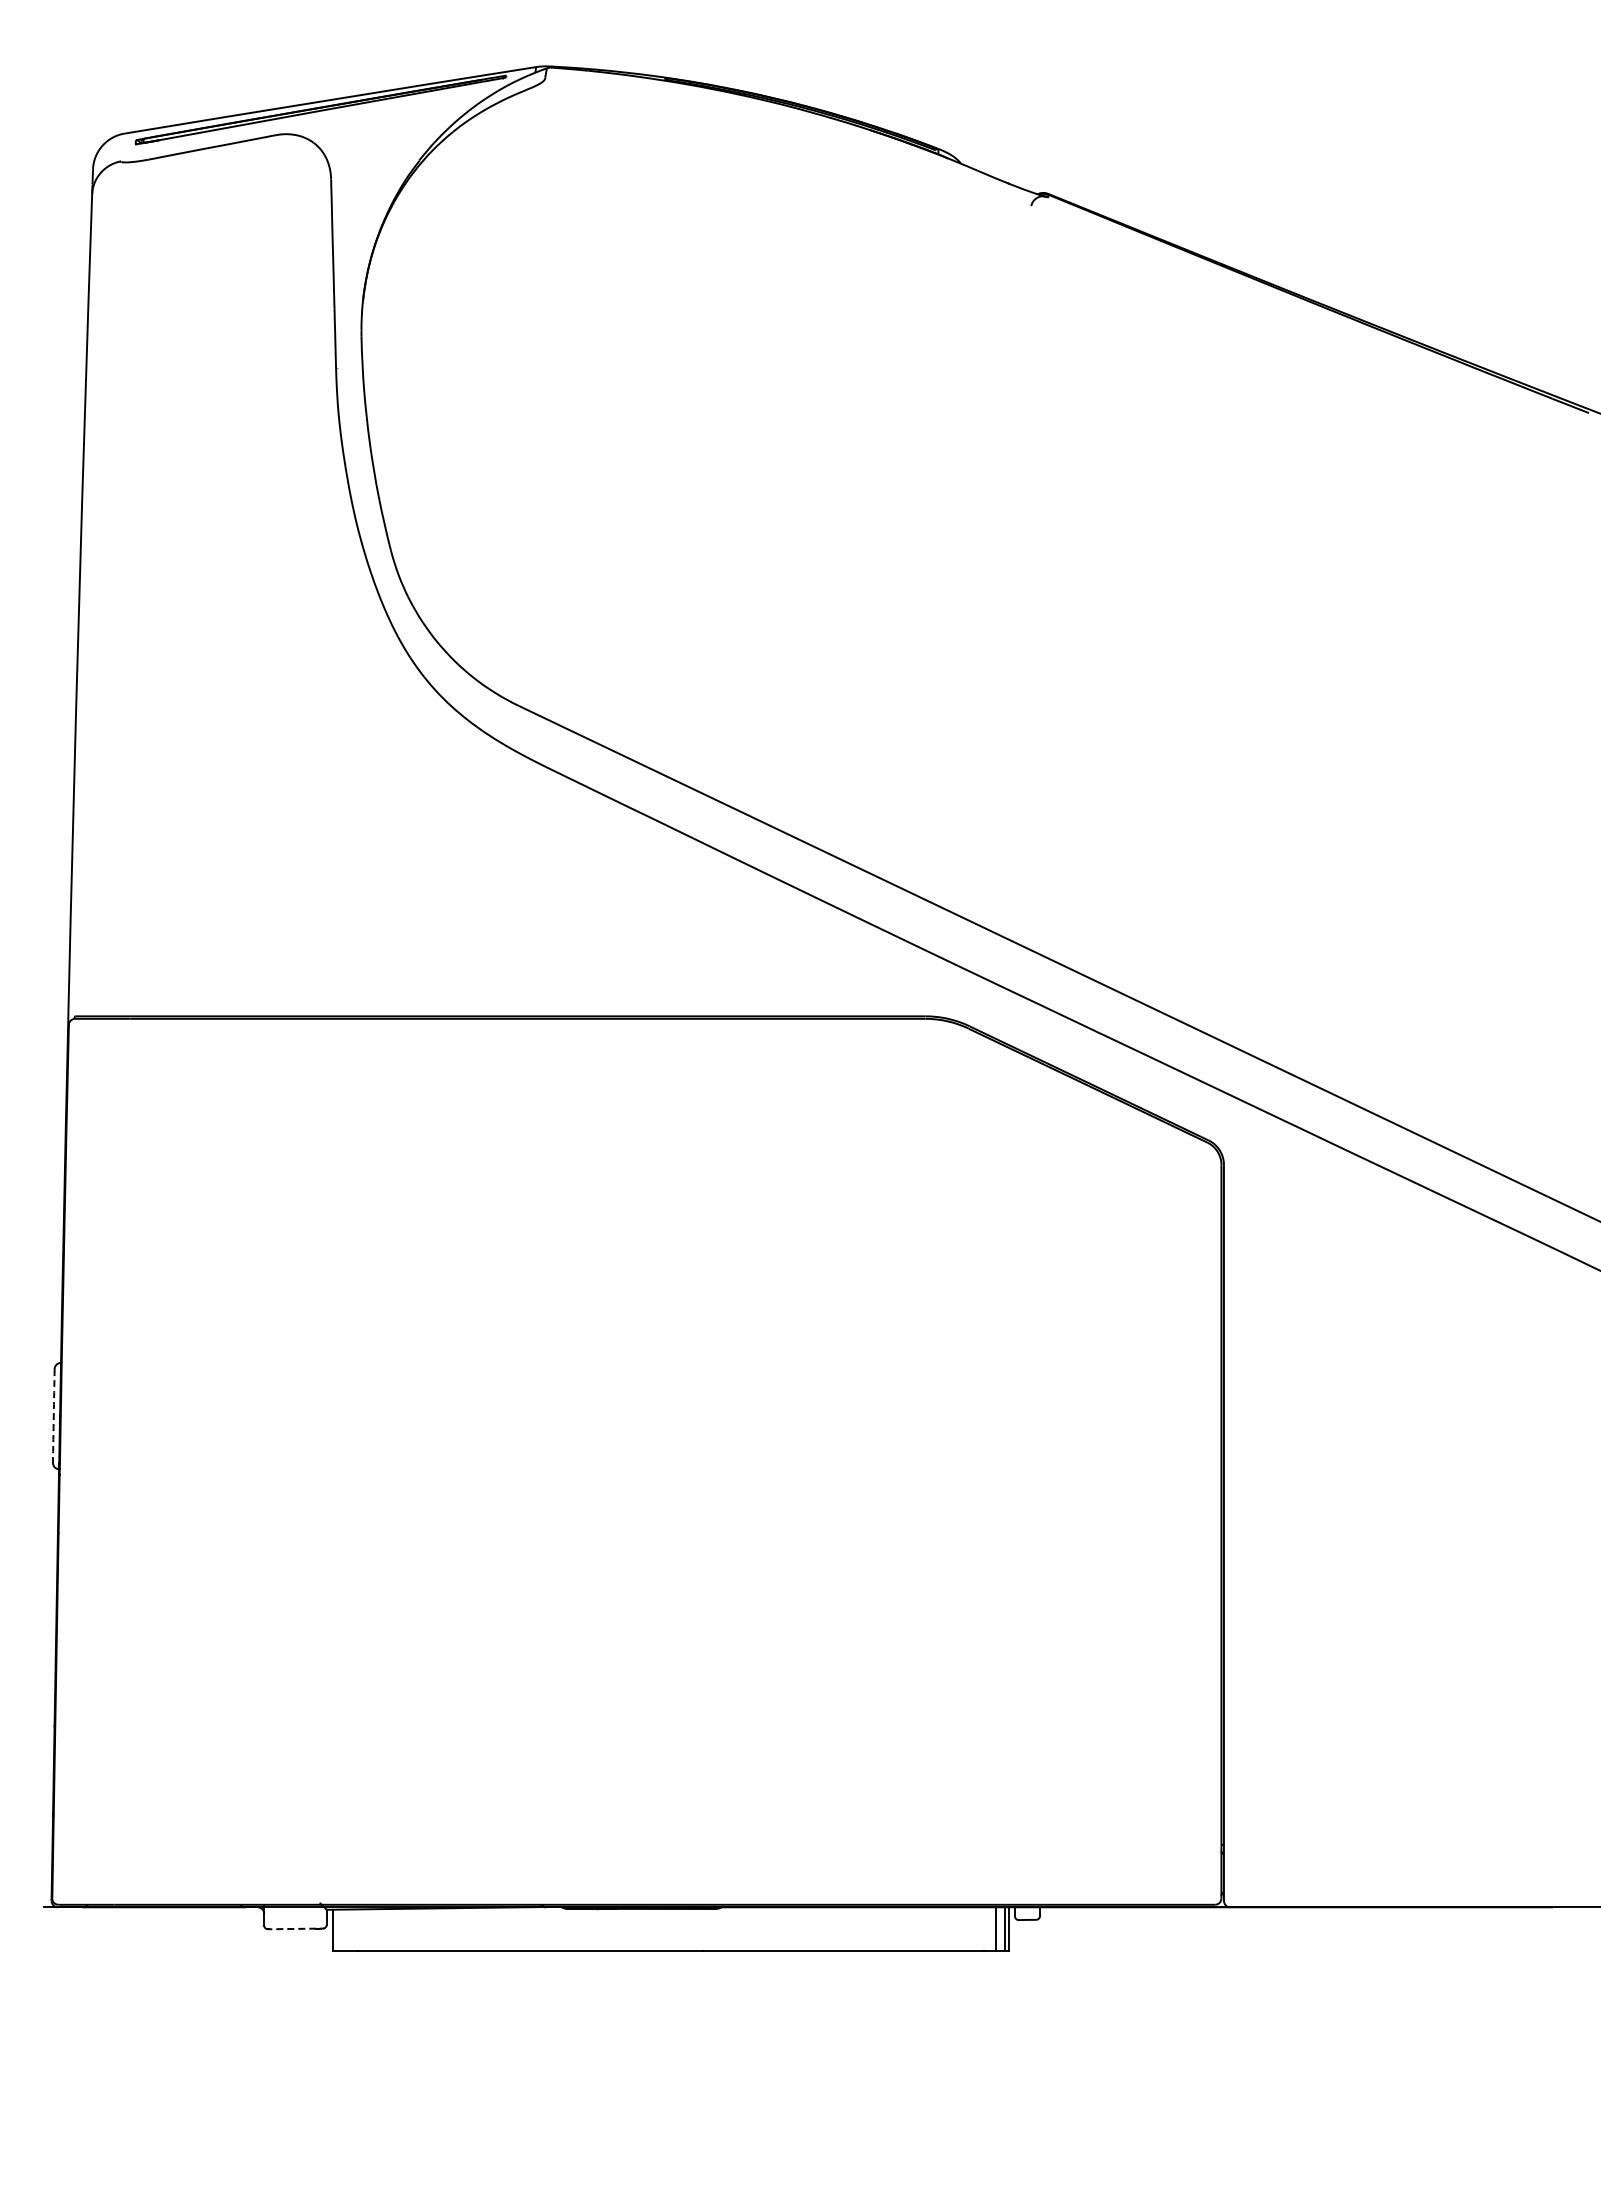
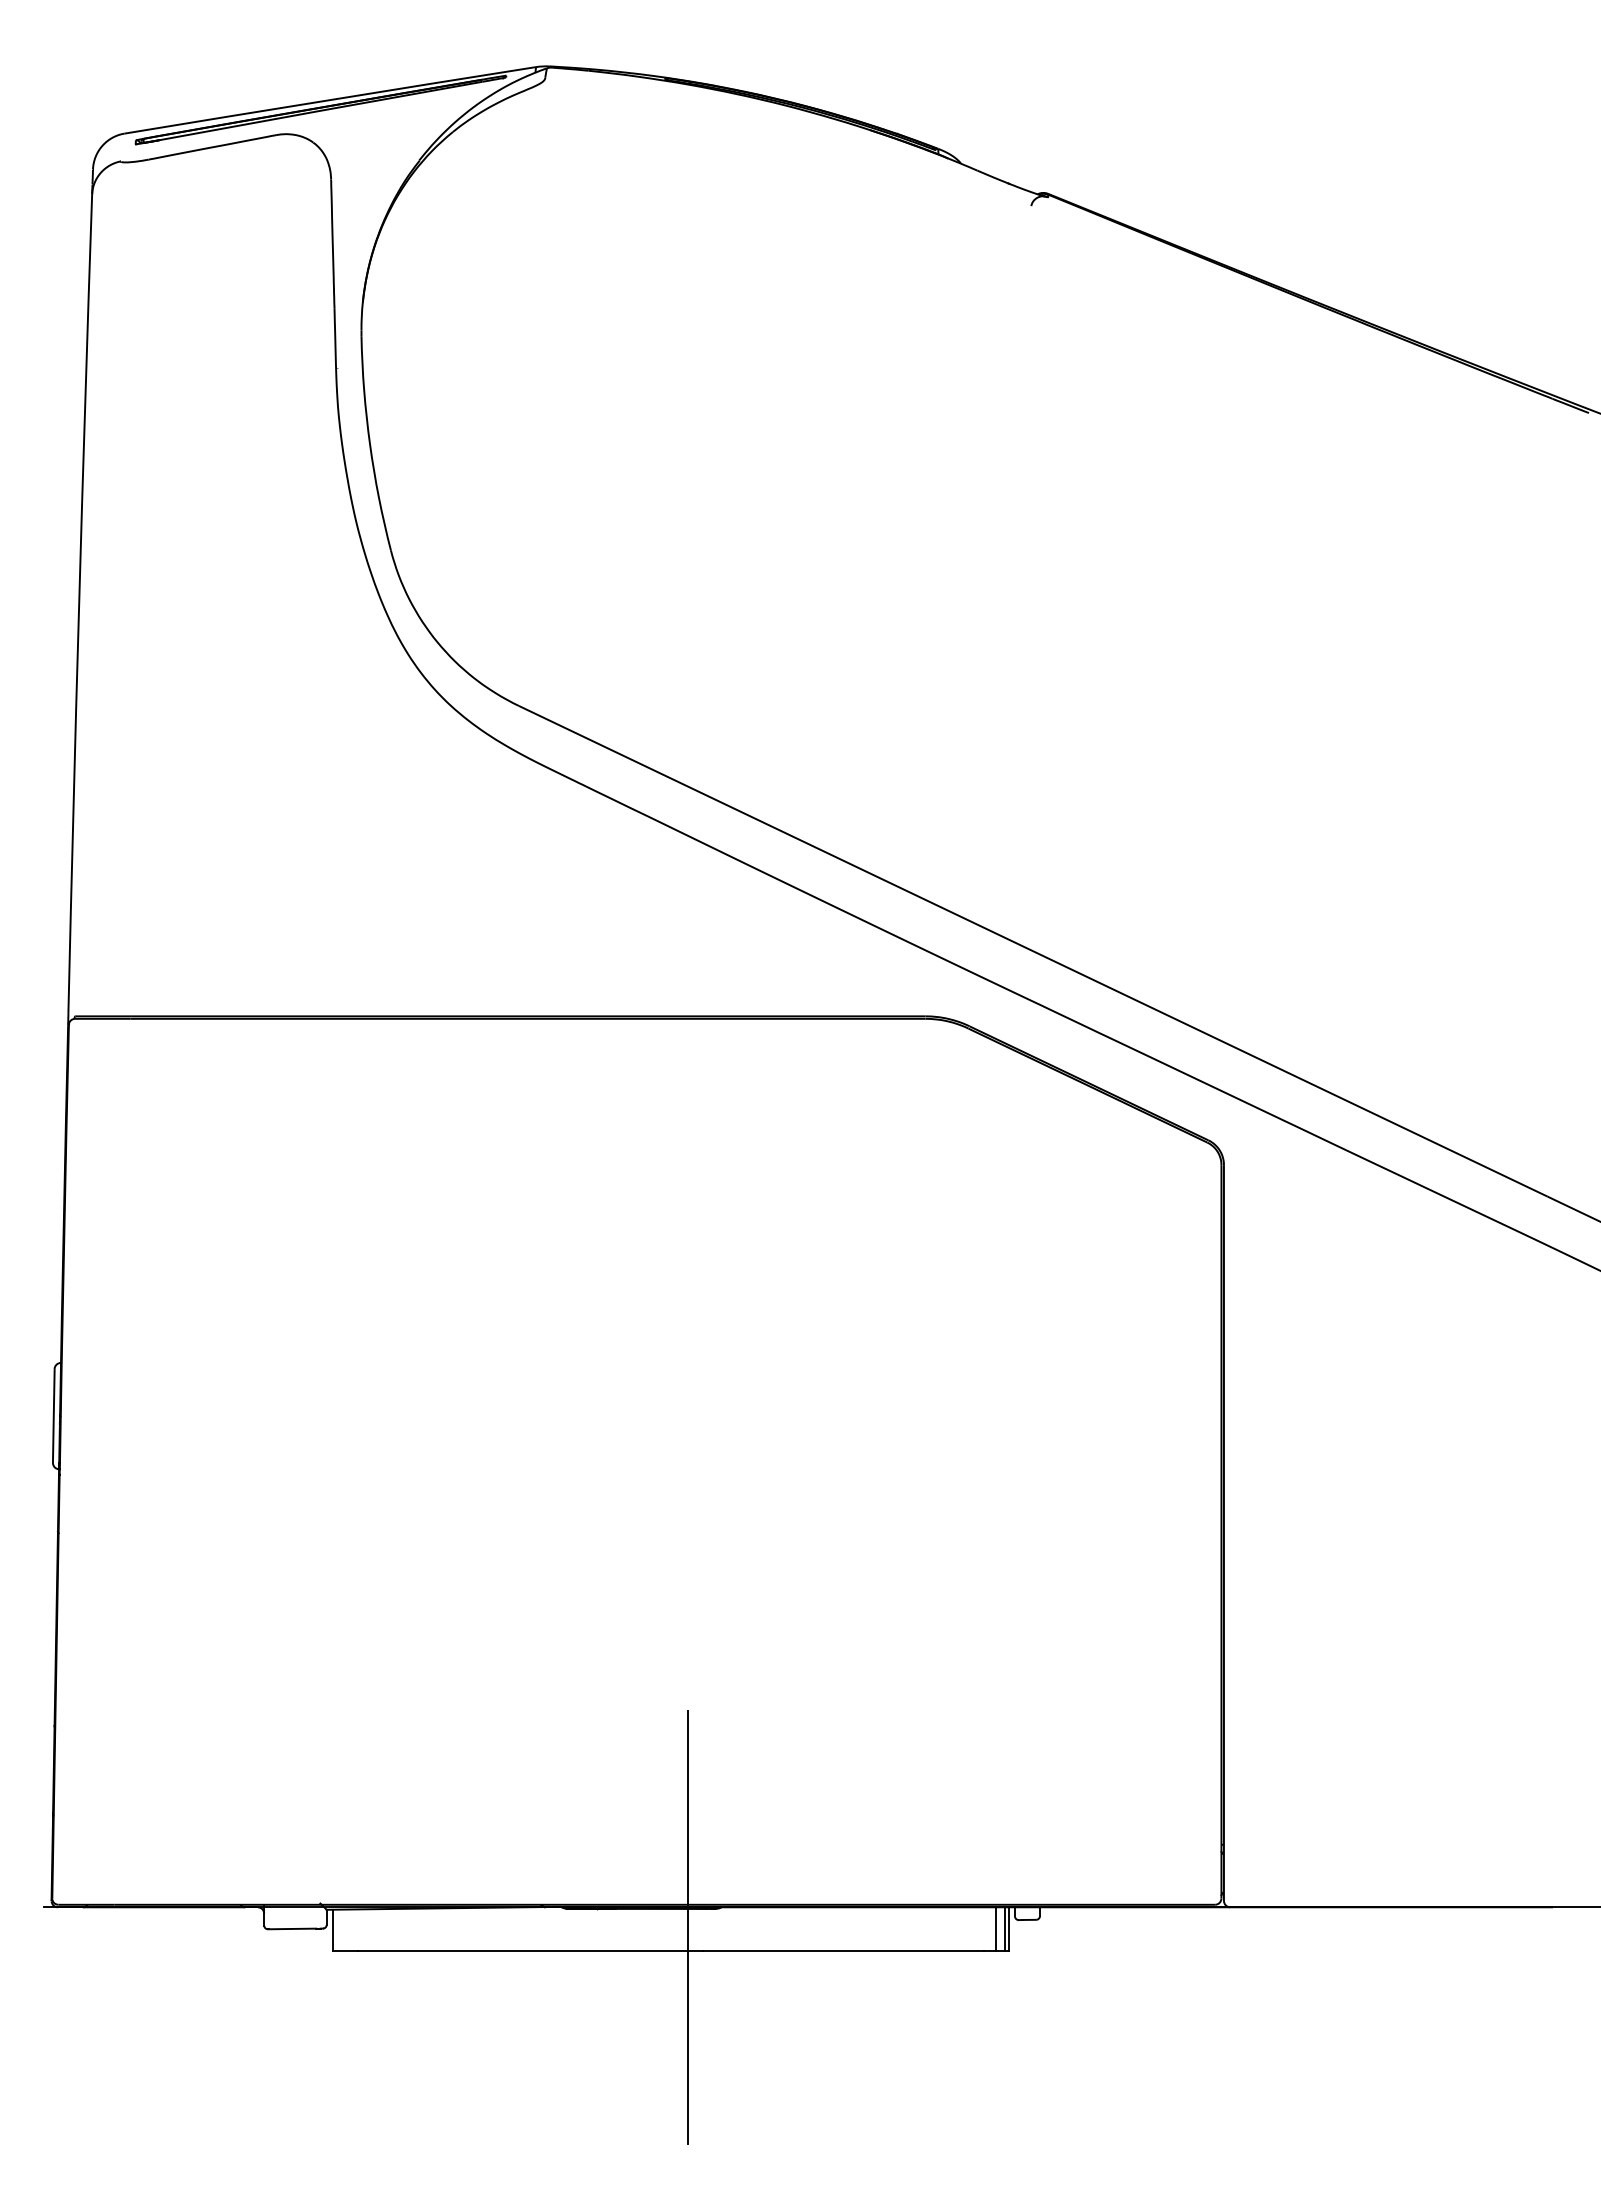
arc at (53, 1416): dashed -> solid
line at (687, 1927): none -> present
line at (292, 1928): dashed -> solid
